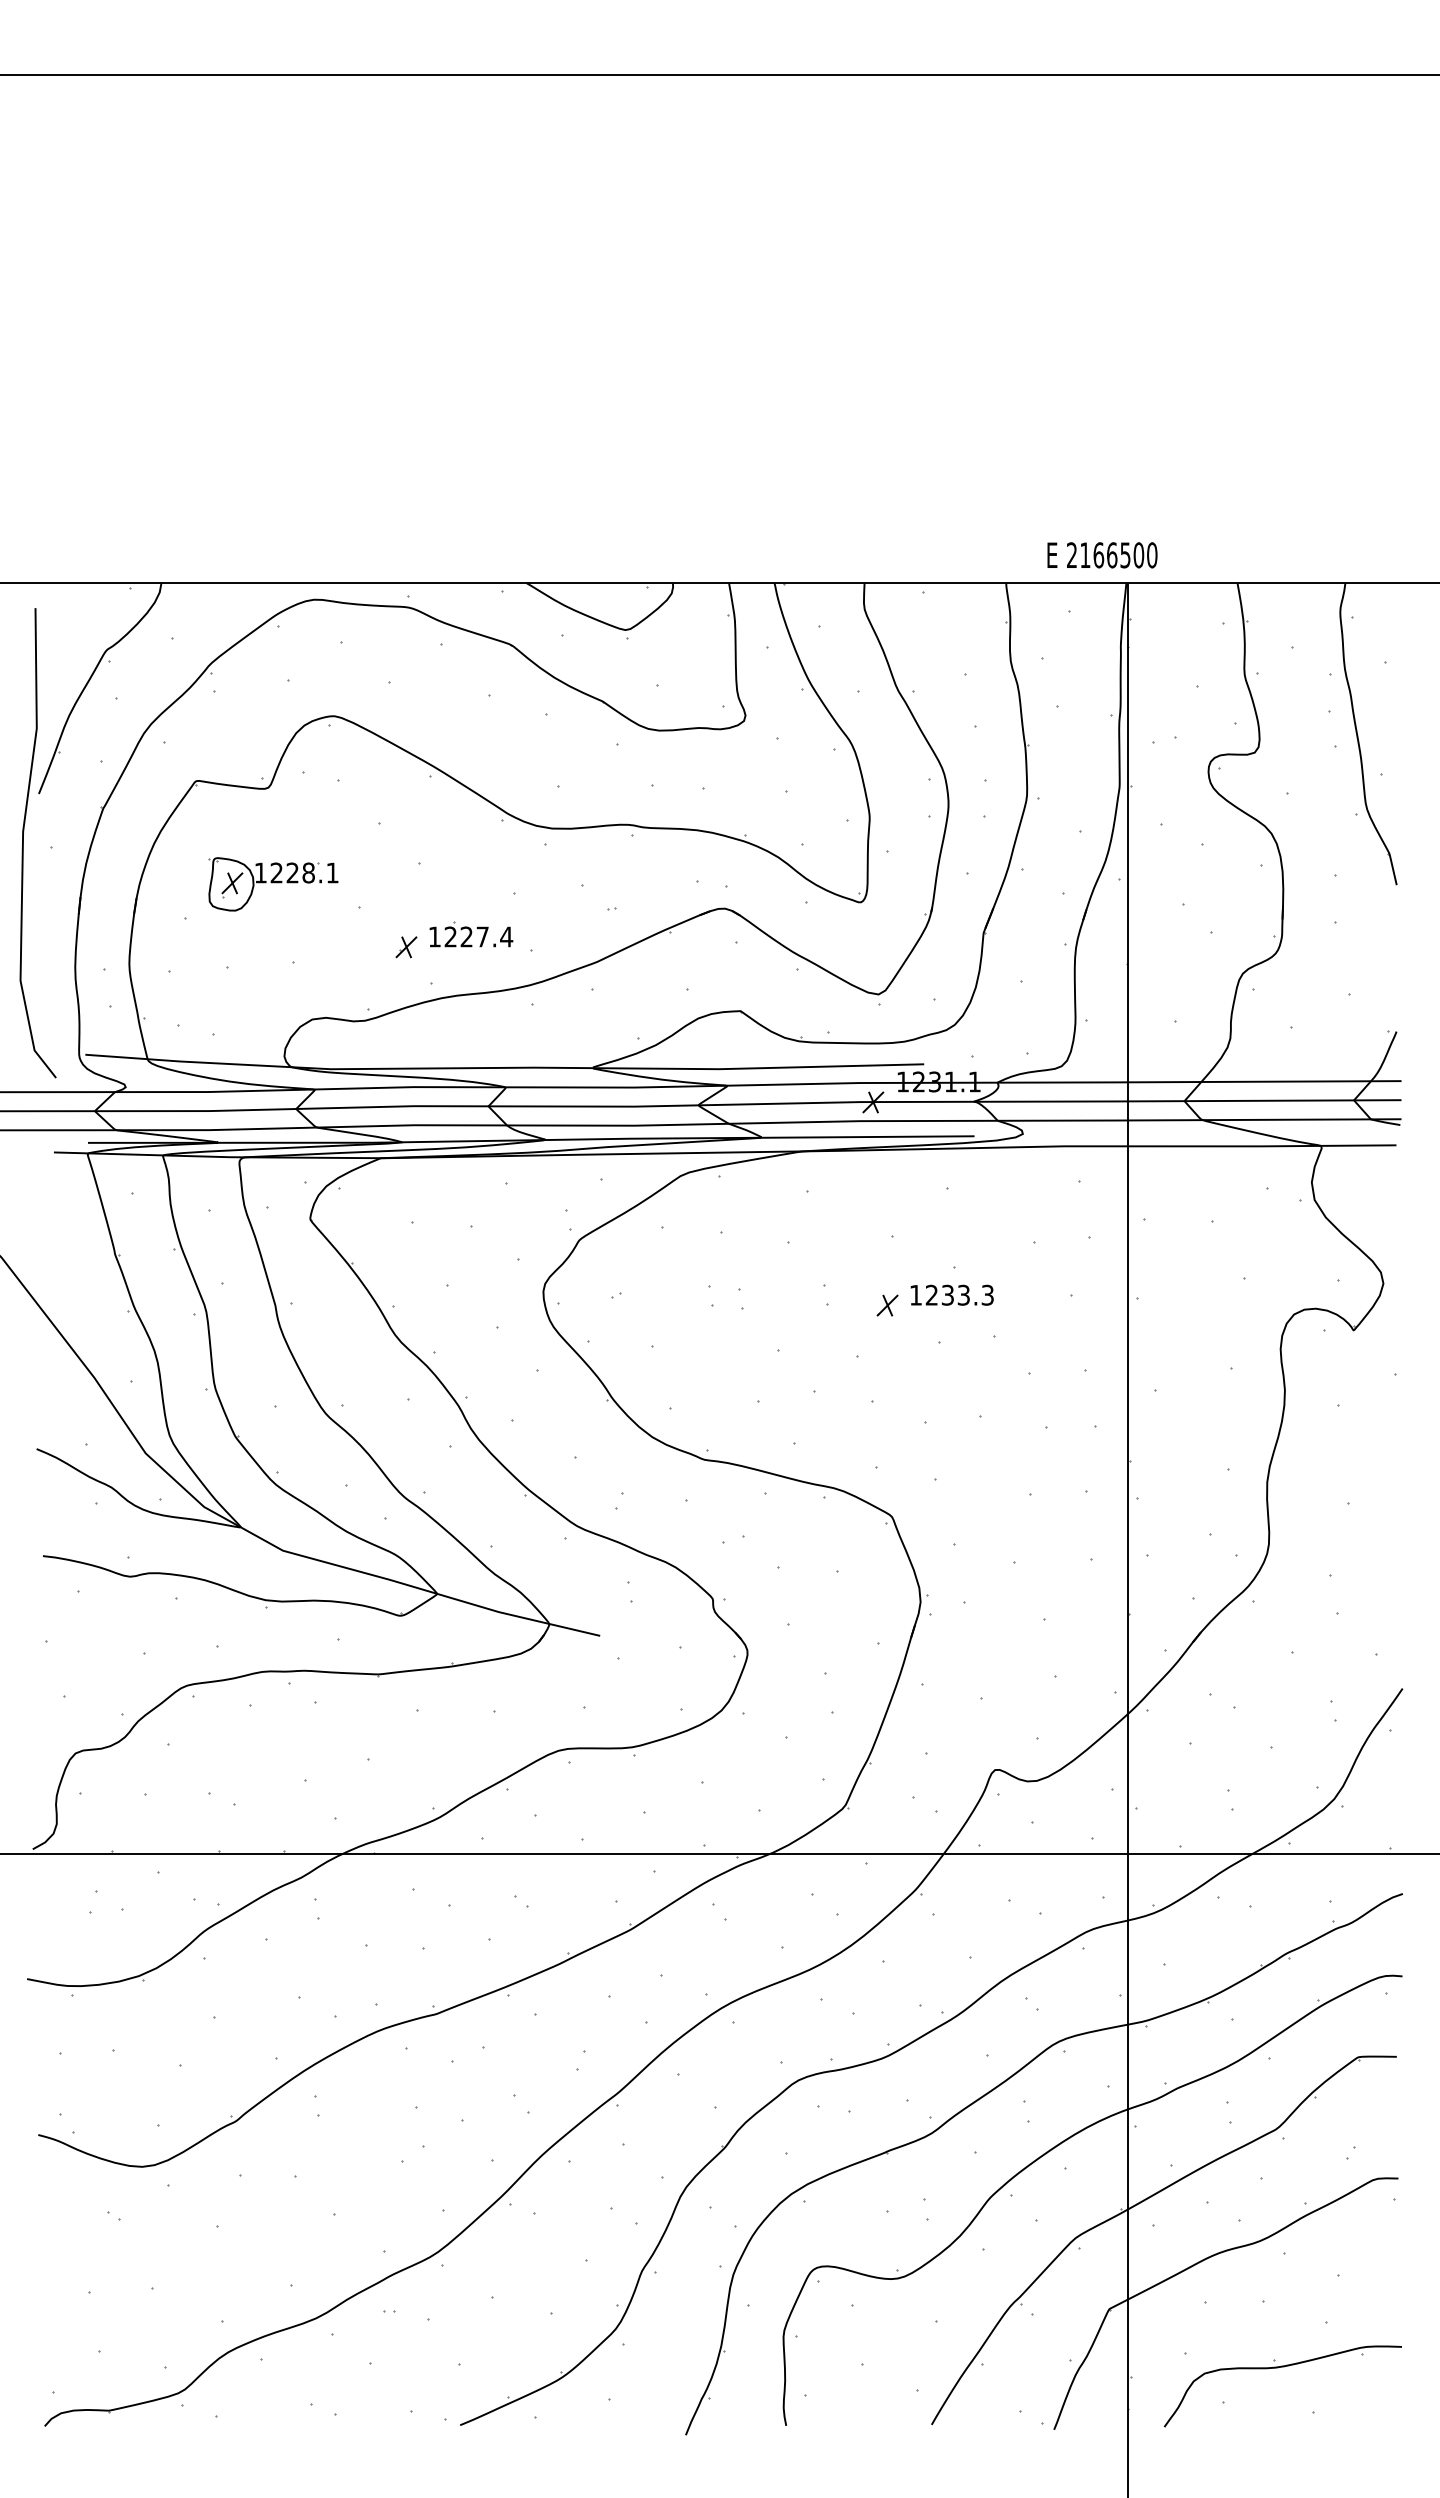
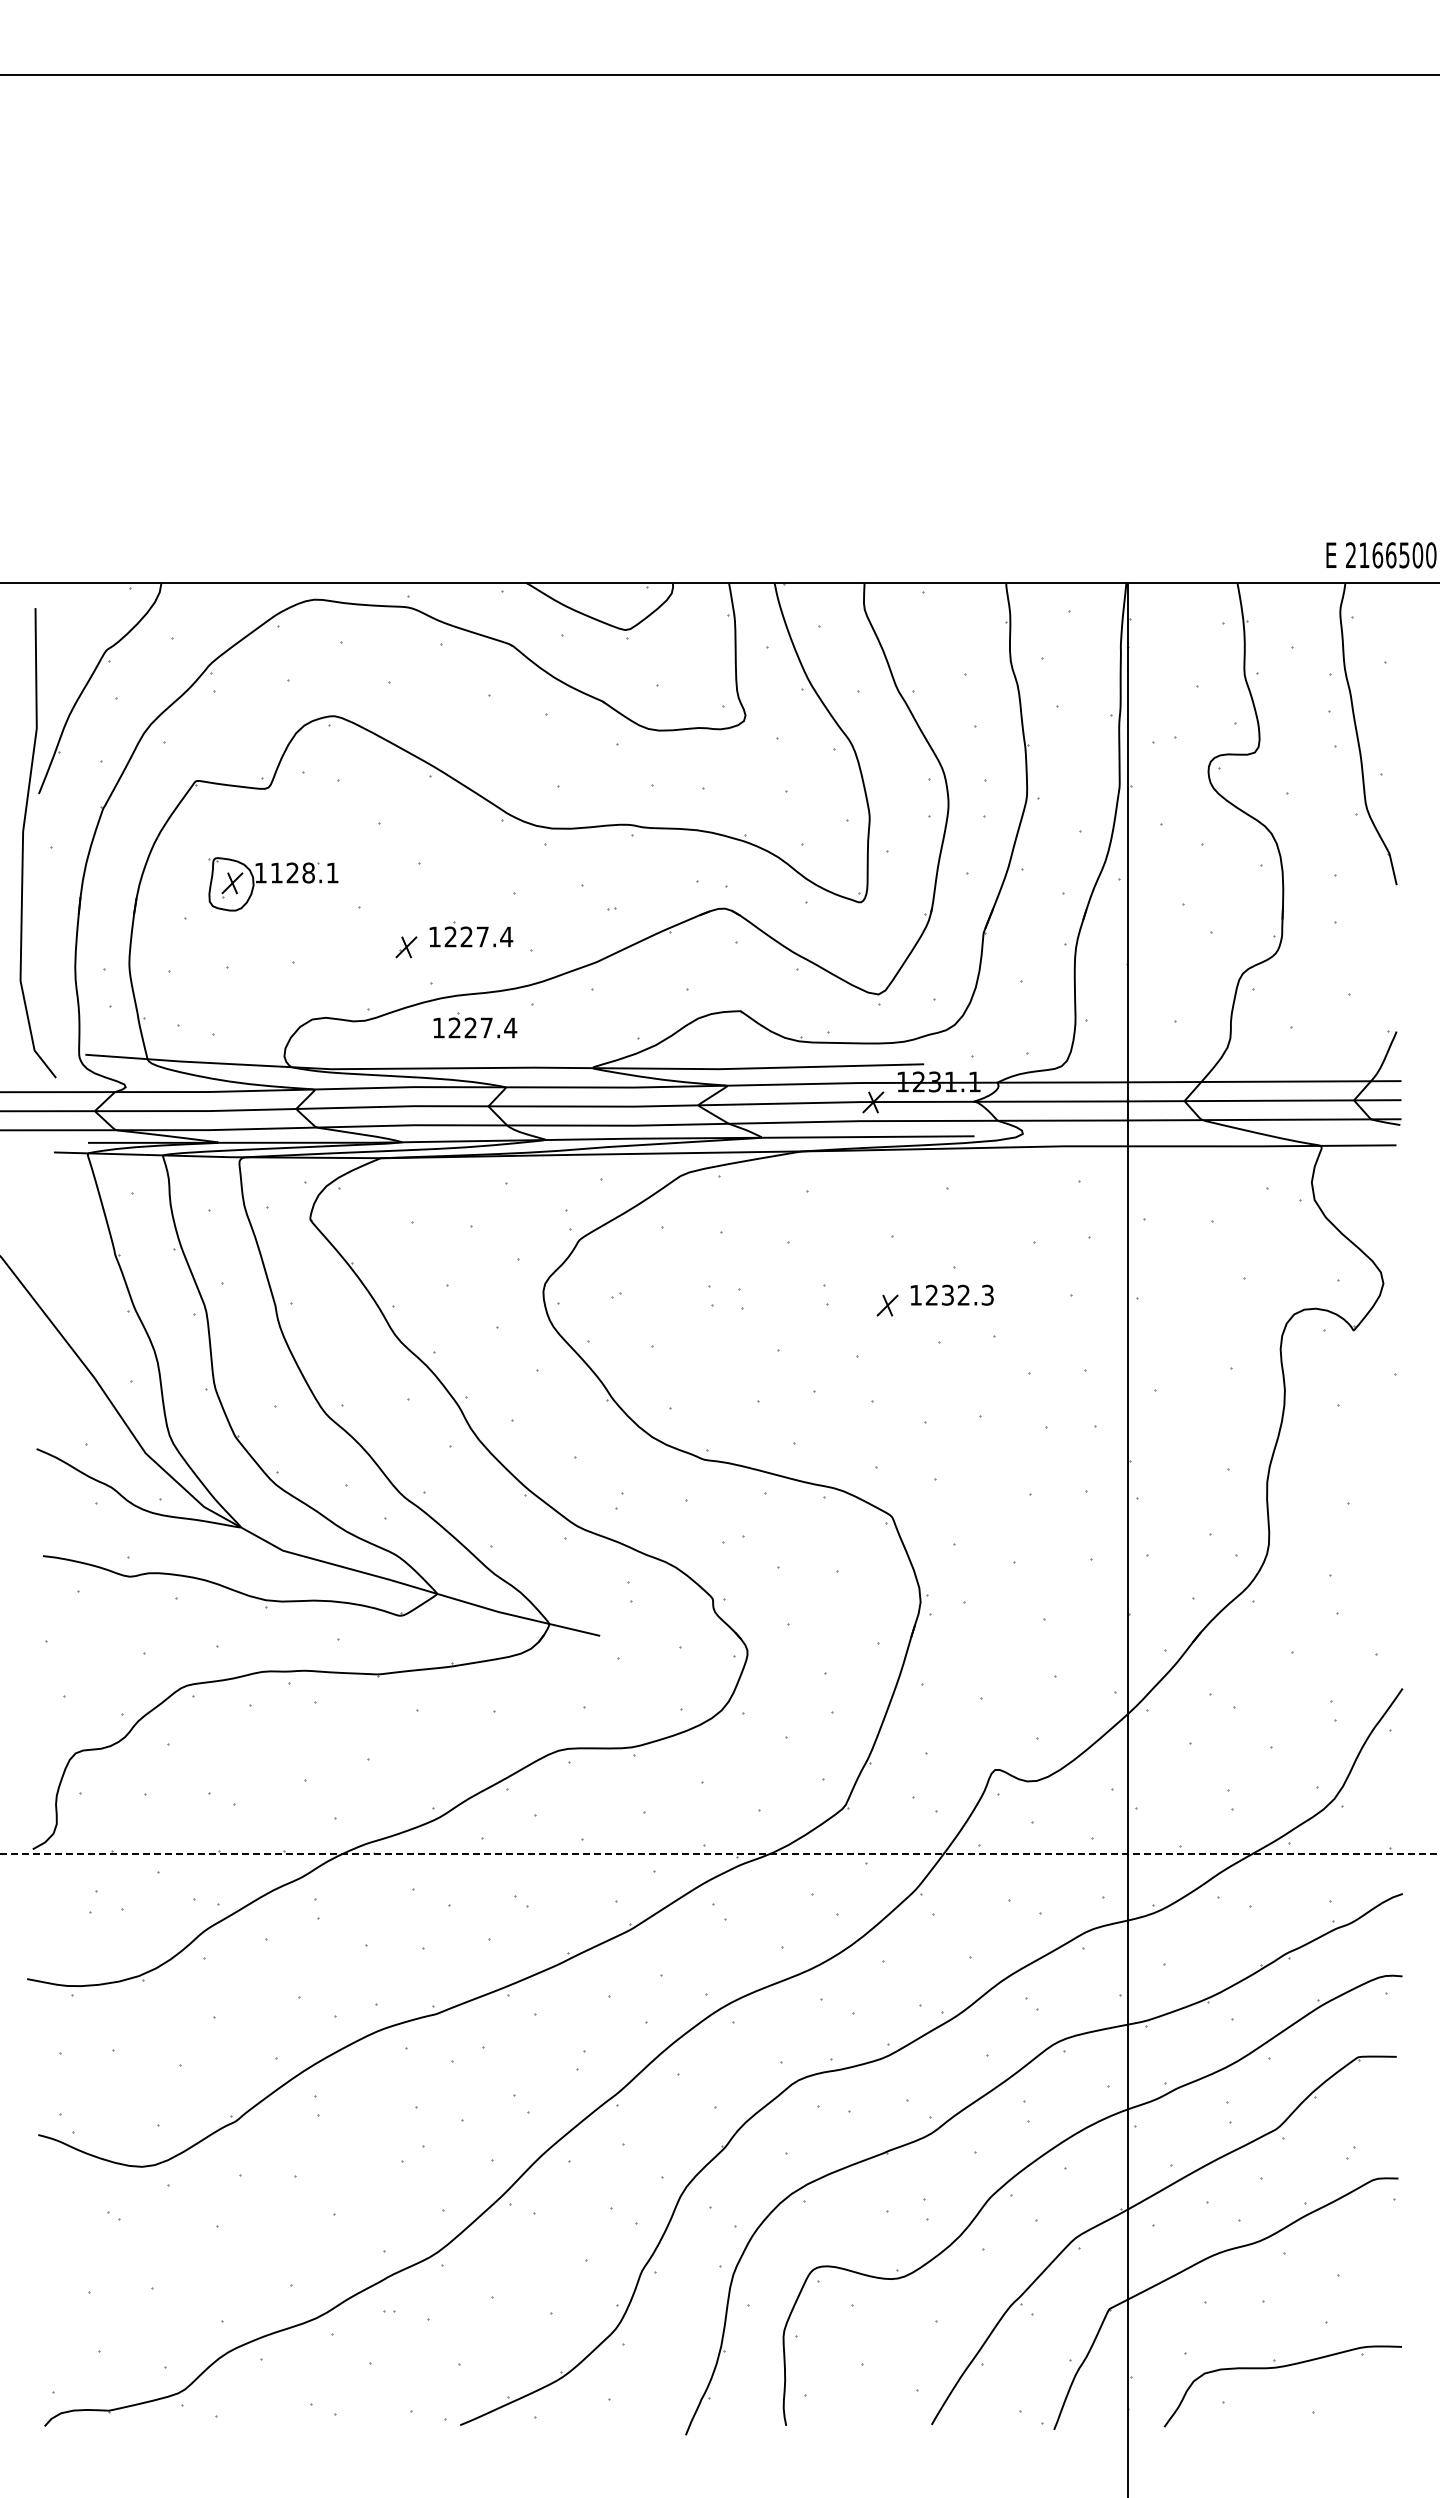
text at (1102, 555) position: (1102, 555) -> (1381, 555)
text at (276, 872): 1228.1 -> 1128.1
part at (475, 1025): none -> present
text at (963, 1295): 1233.3 -> 1232.3
line at (720, 1854): solid -> dashed
